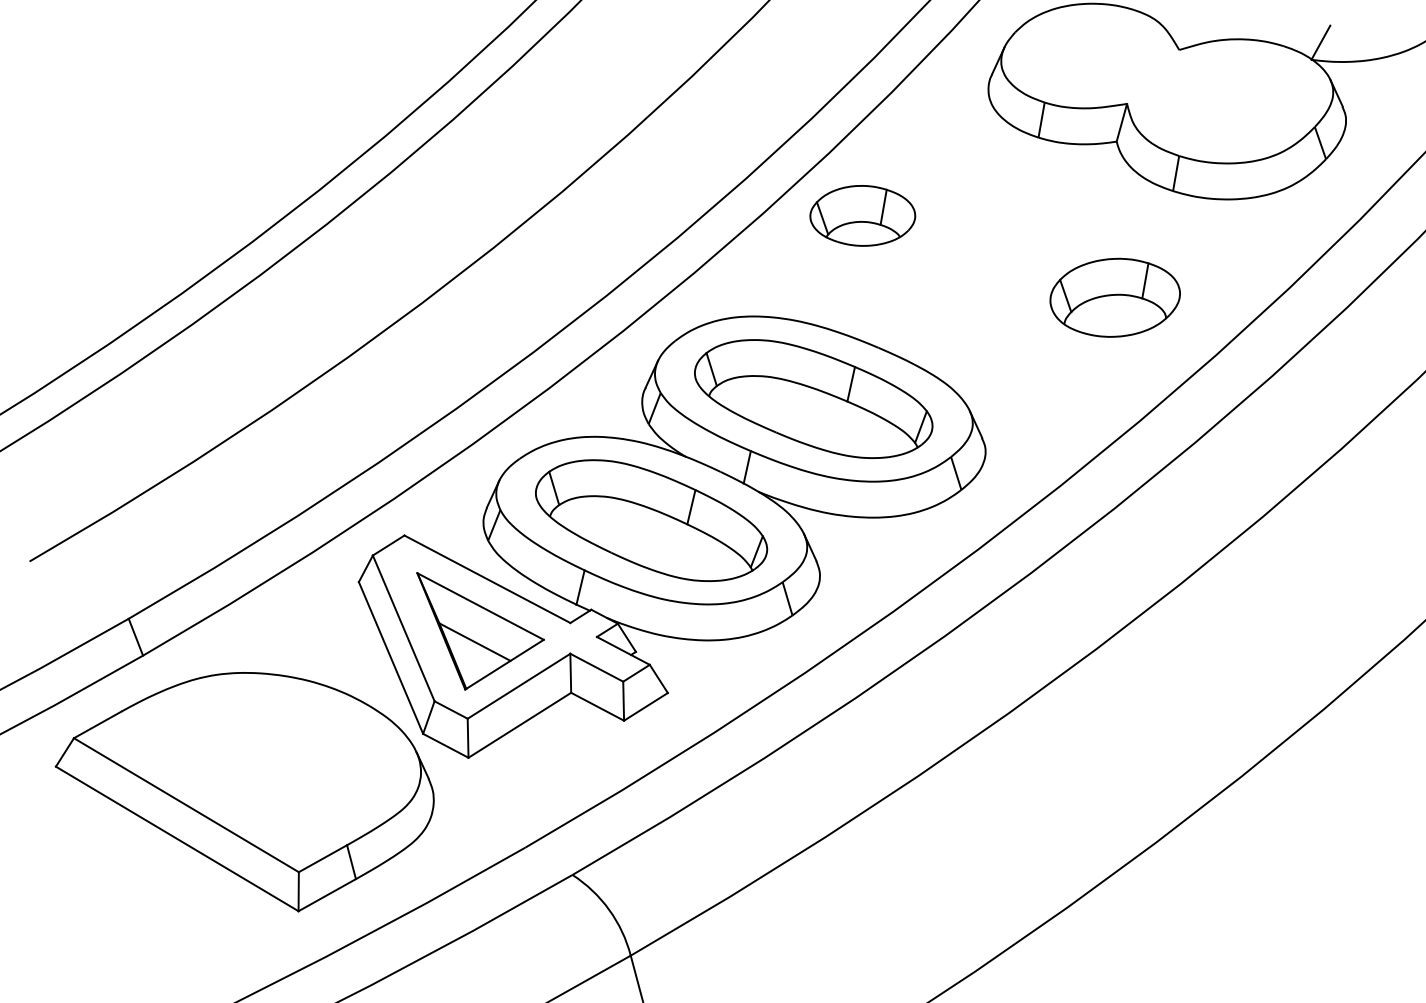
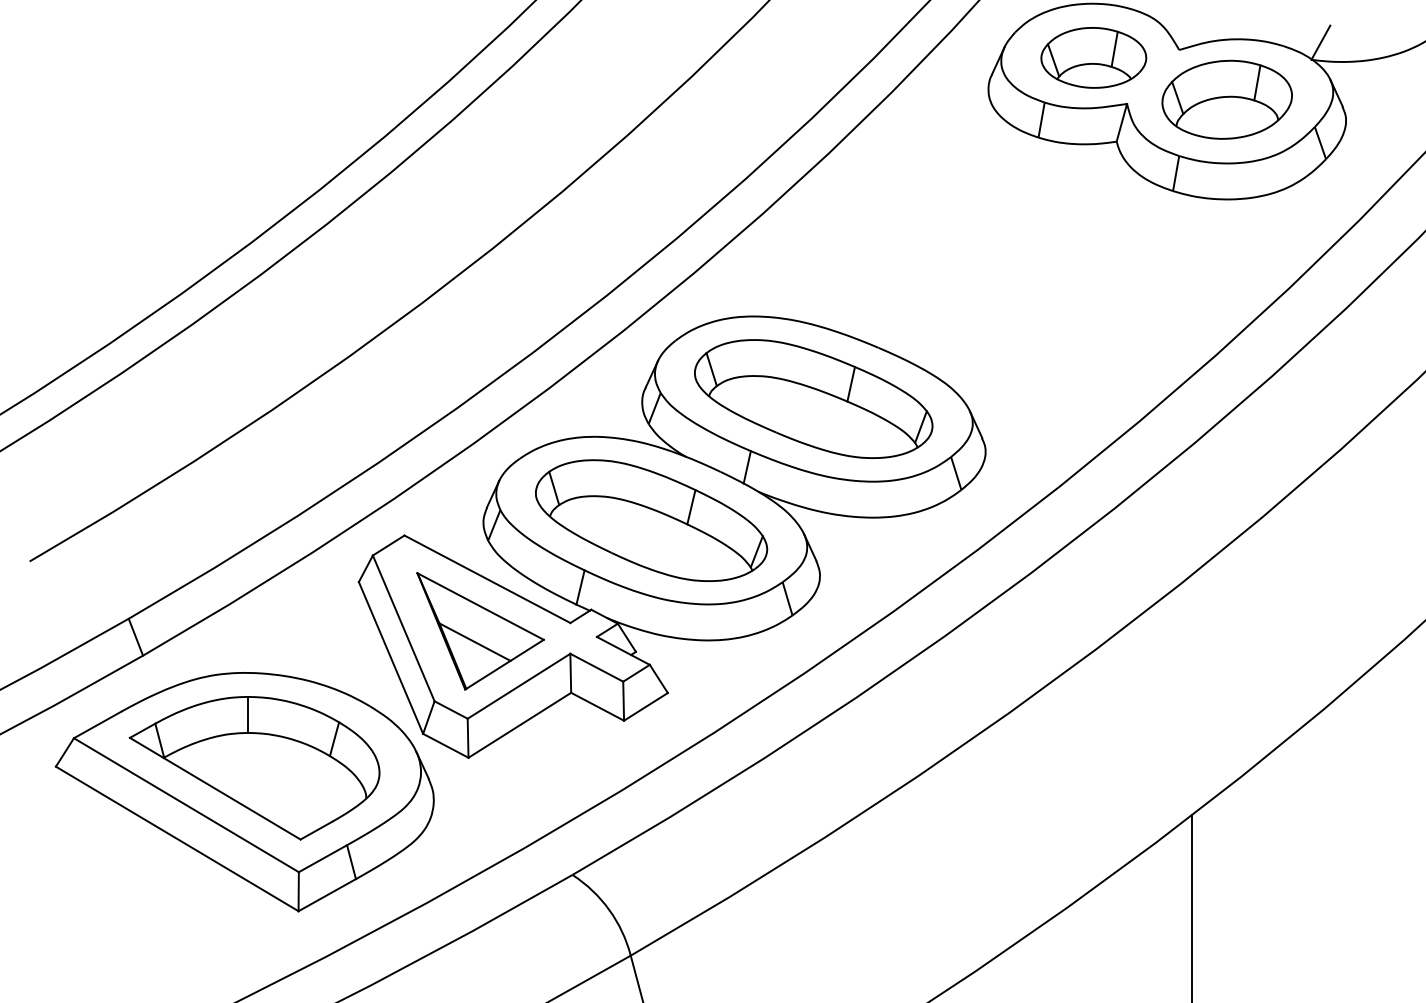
part at (862, 215) position: (862, 215) -> (1093, 57)
part at (1114, 297) position: (1114, 297) -> (1226, 99)
part at (254, 768): none -> present
line at (1192, 907): none -> present
